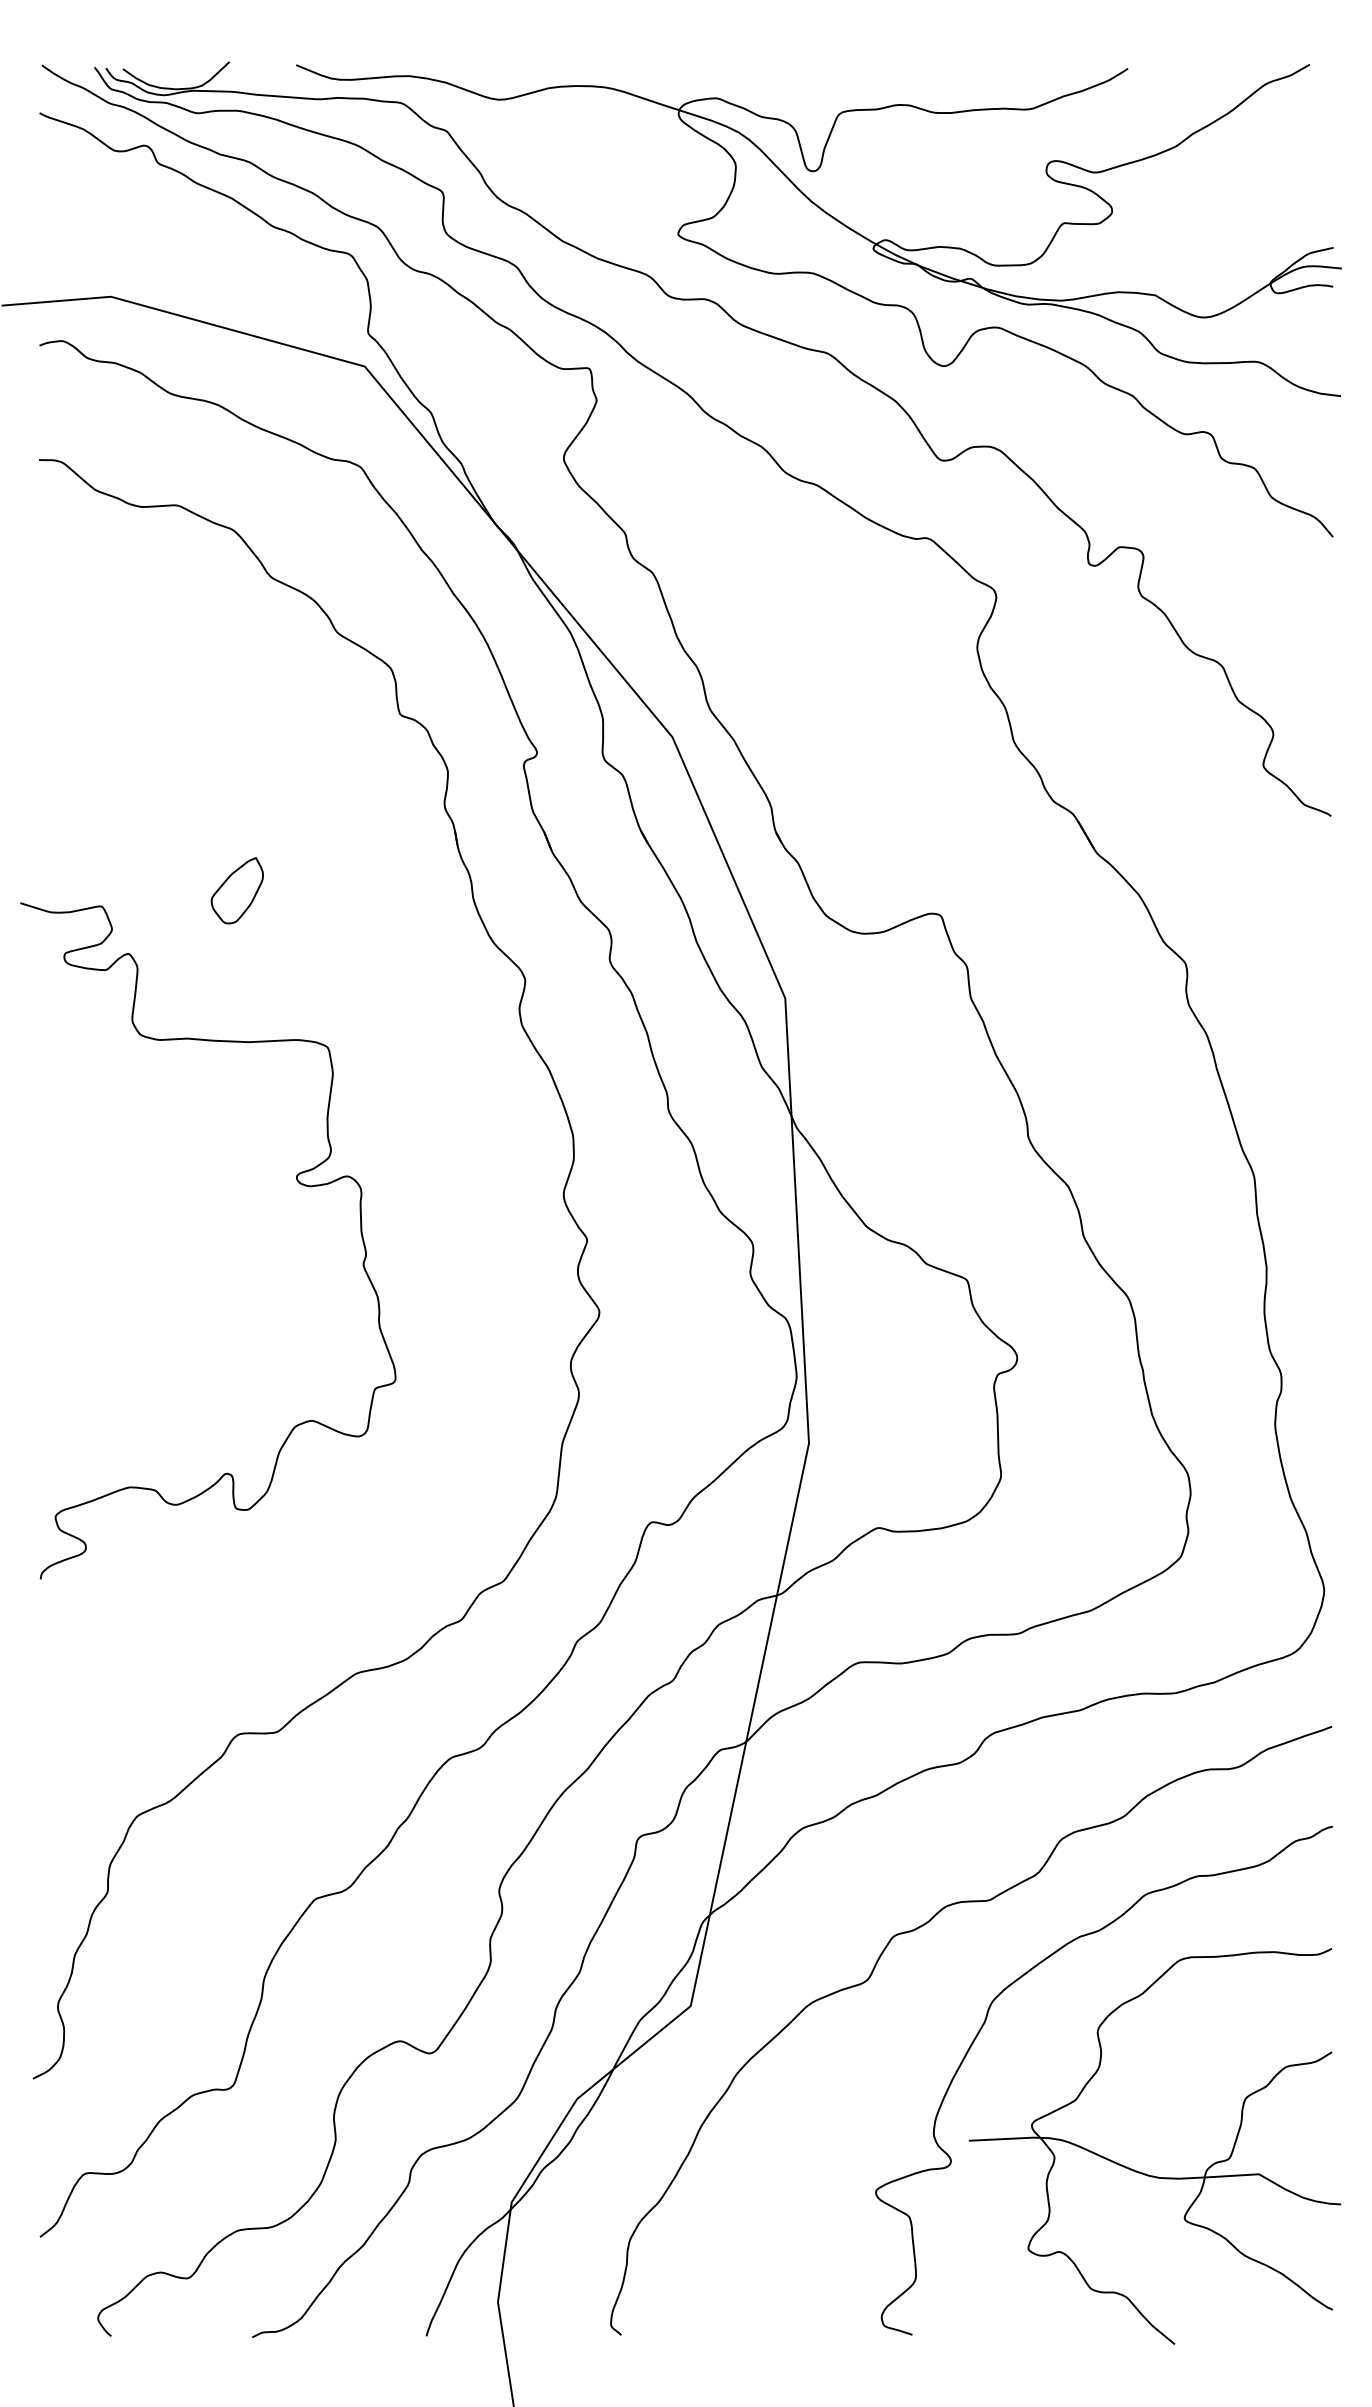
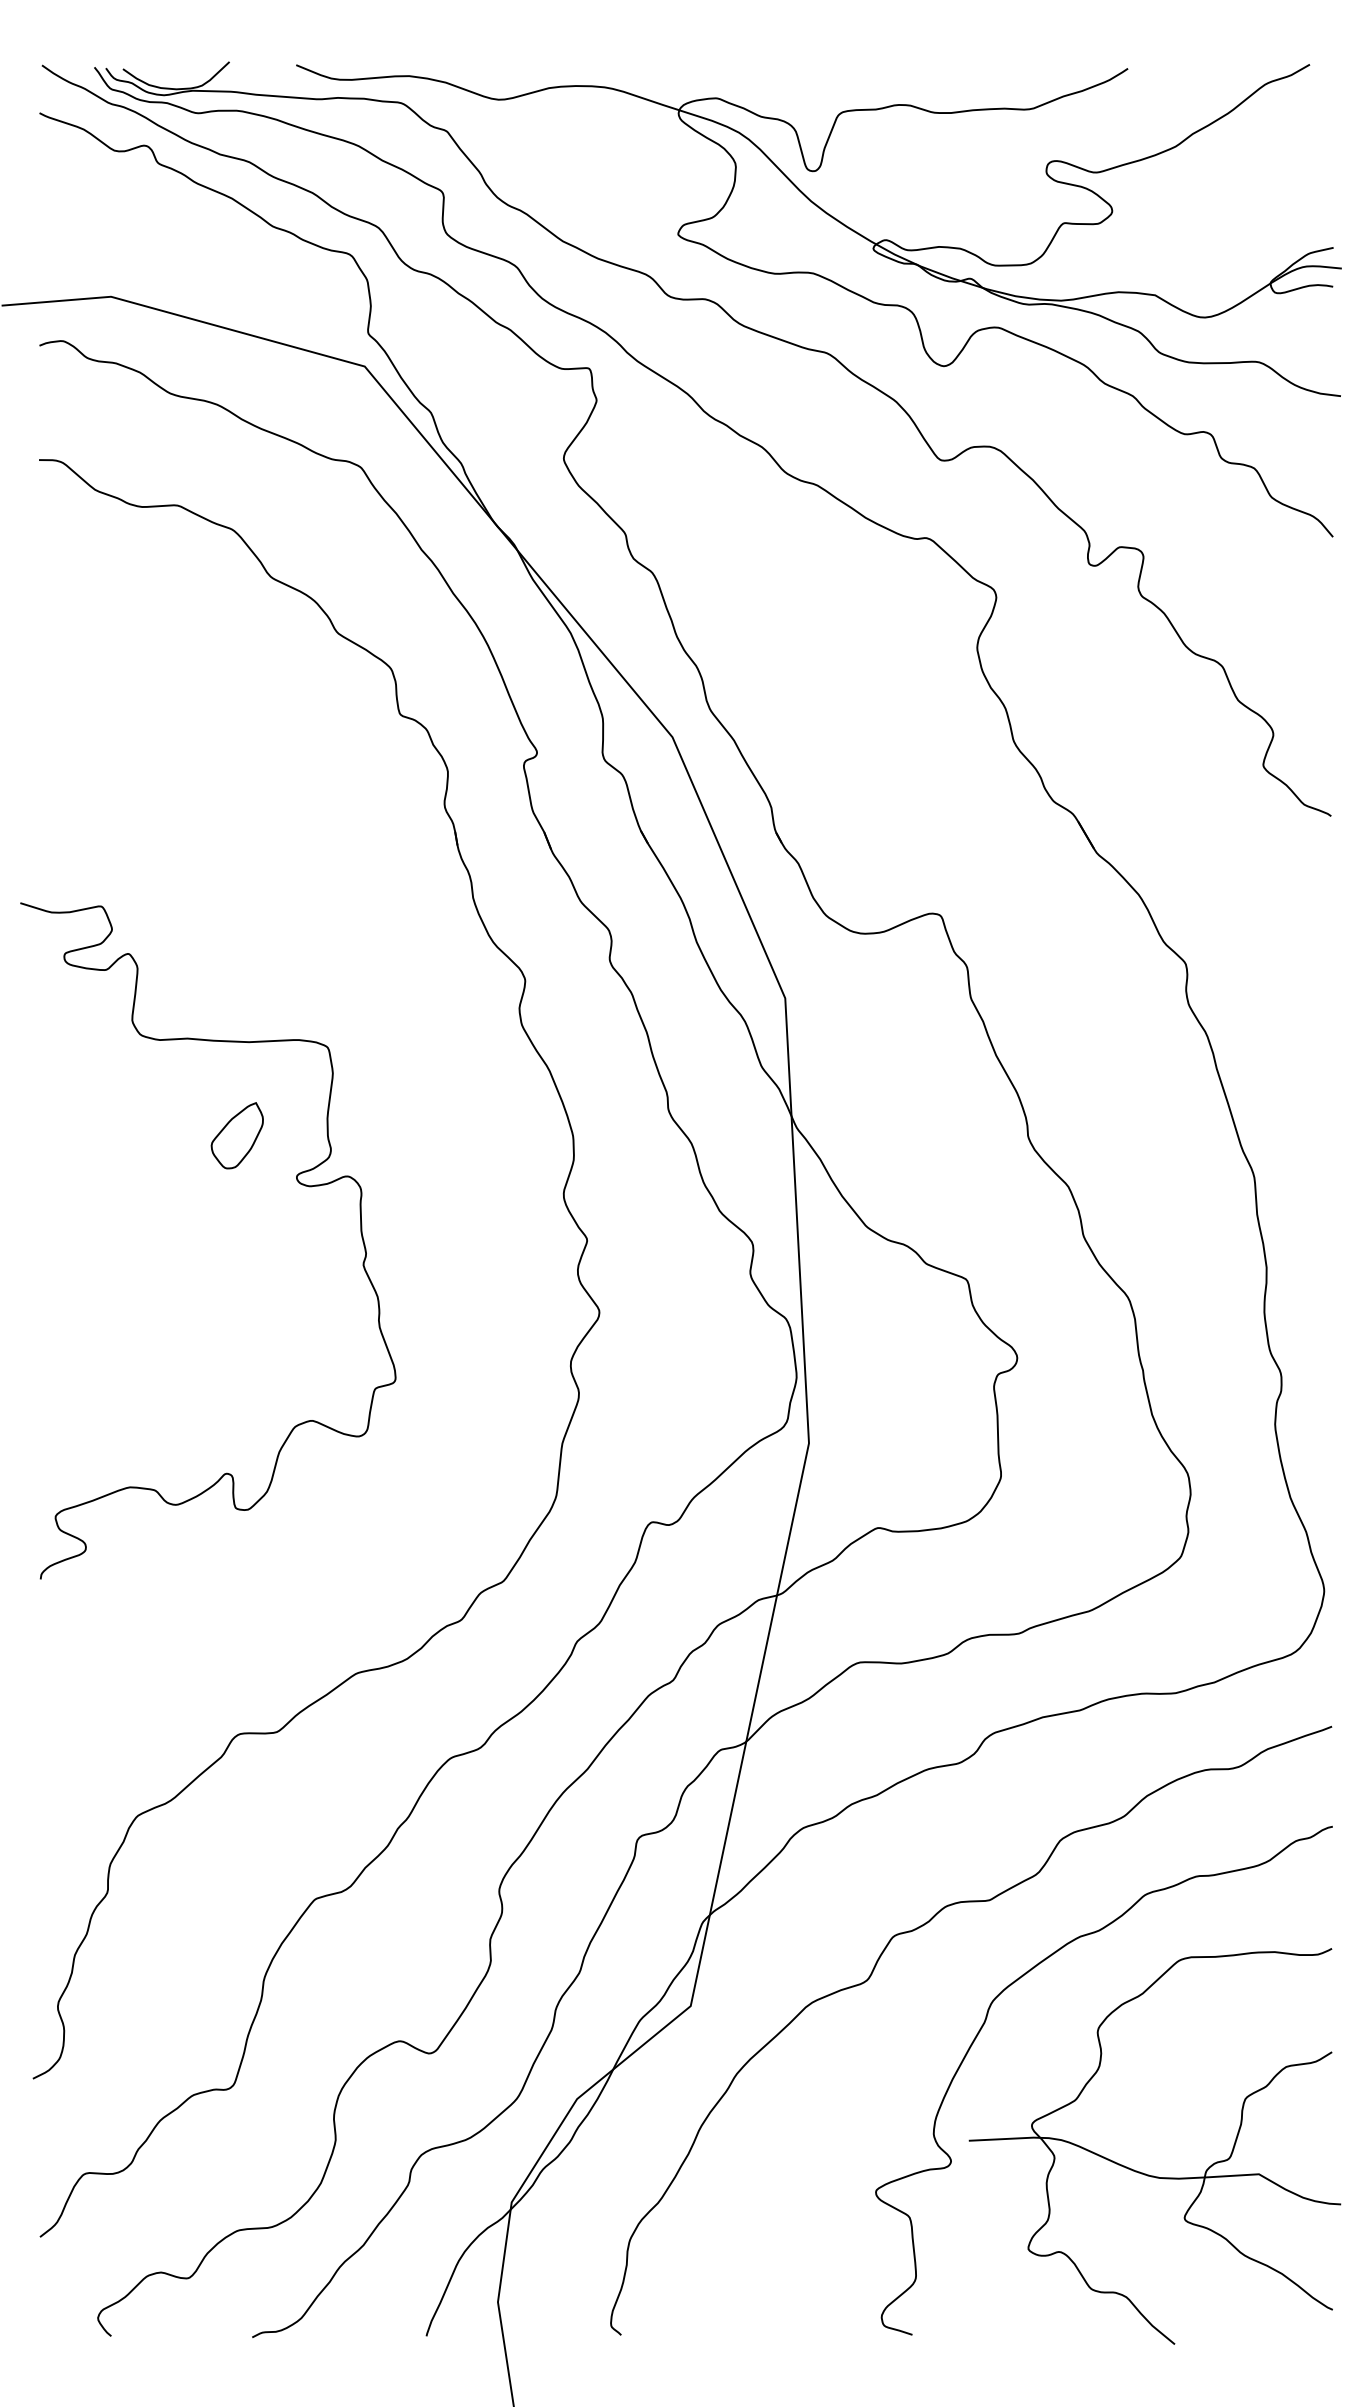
part at (236, 890) position: (236, 890) -> (236, 1135)
